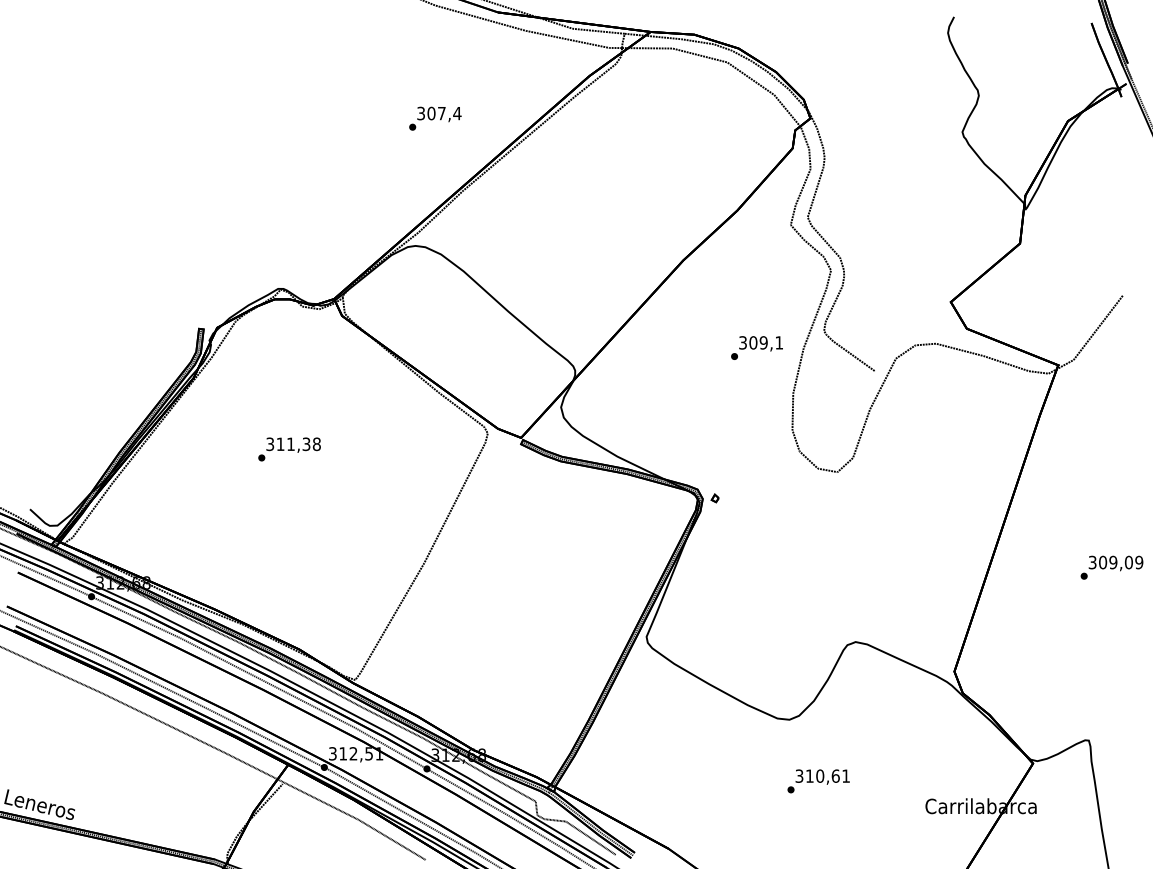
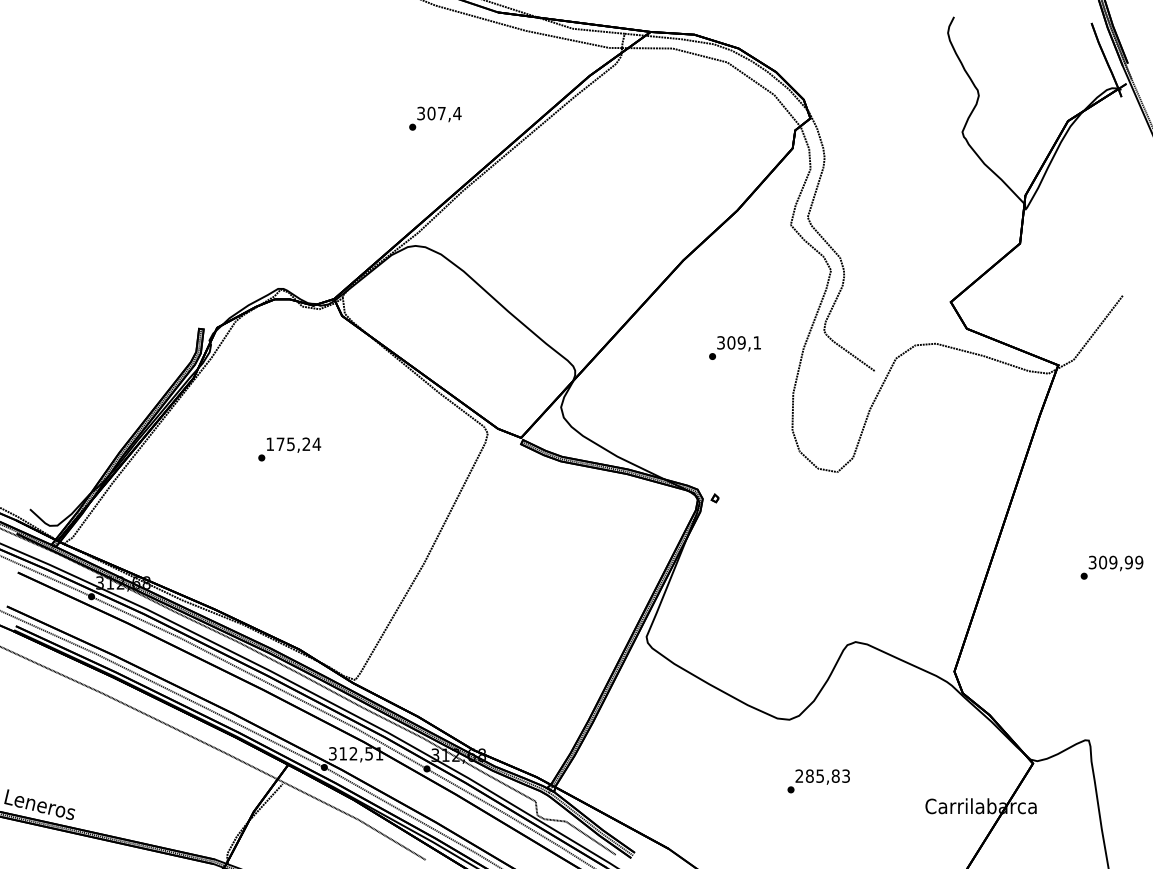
text at (756, 347) position: (756, 347) -> (734, 347)
text at (293, 444): 311,38 -> 175,24
text at (1128, 562): 309,09 -> 309,99
text at (822, 775): 310,61 -> 285,83
